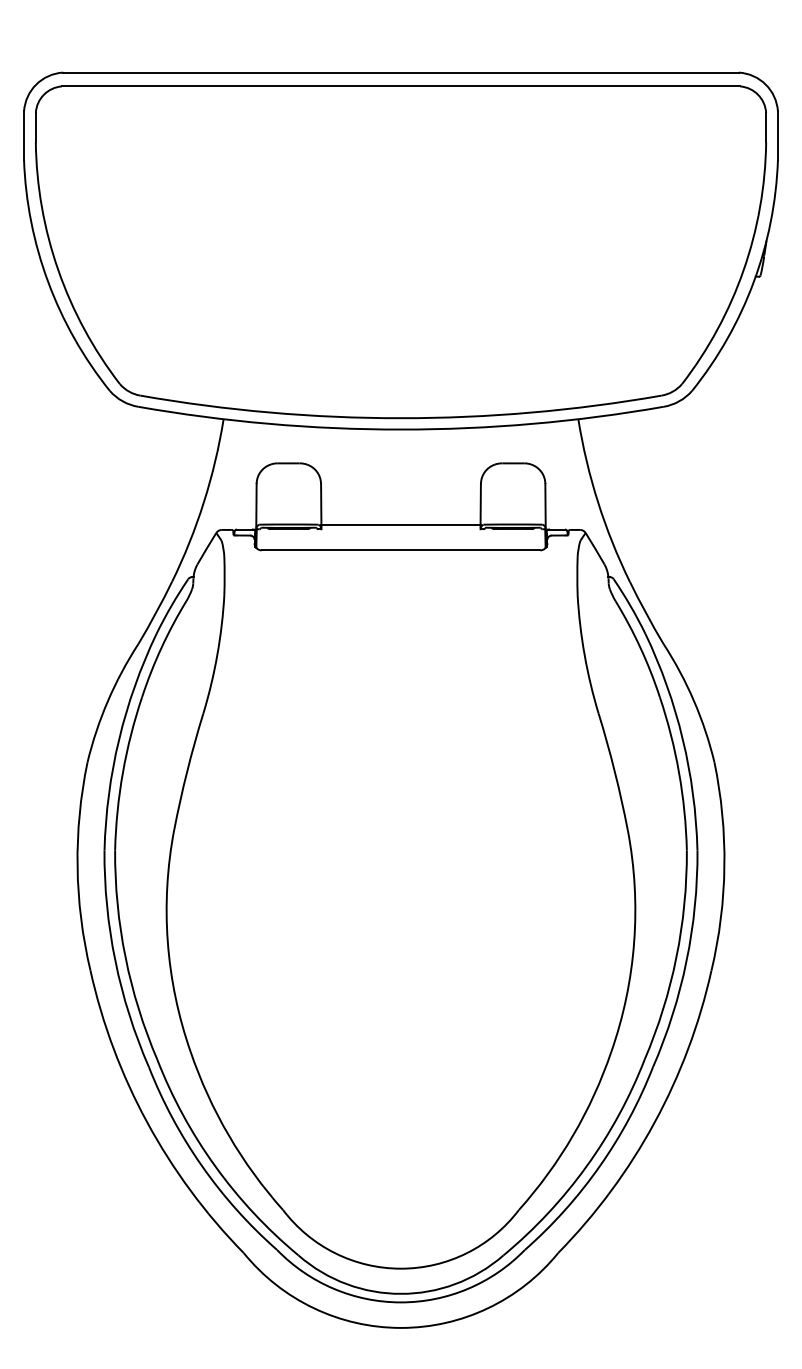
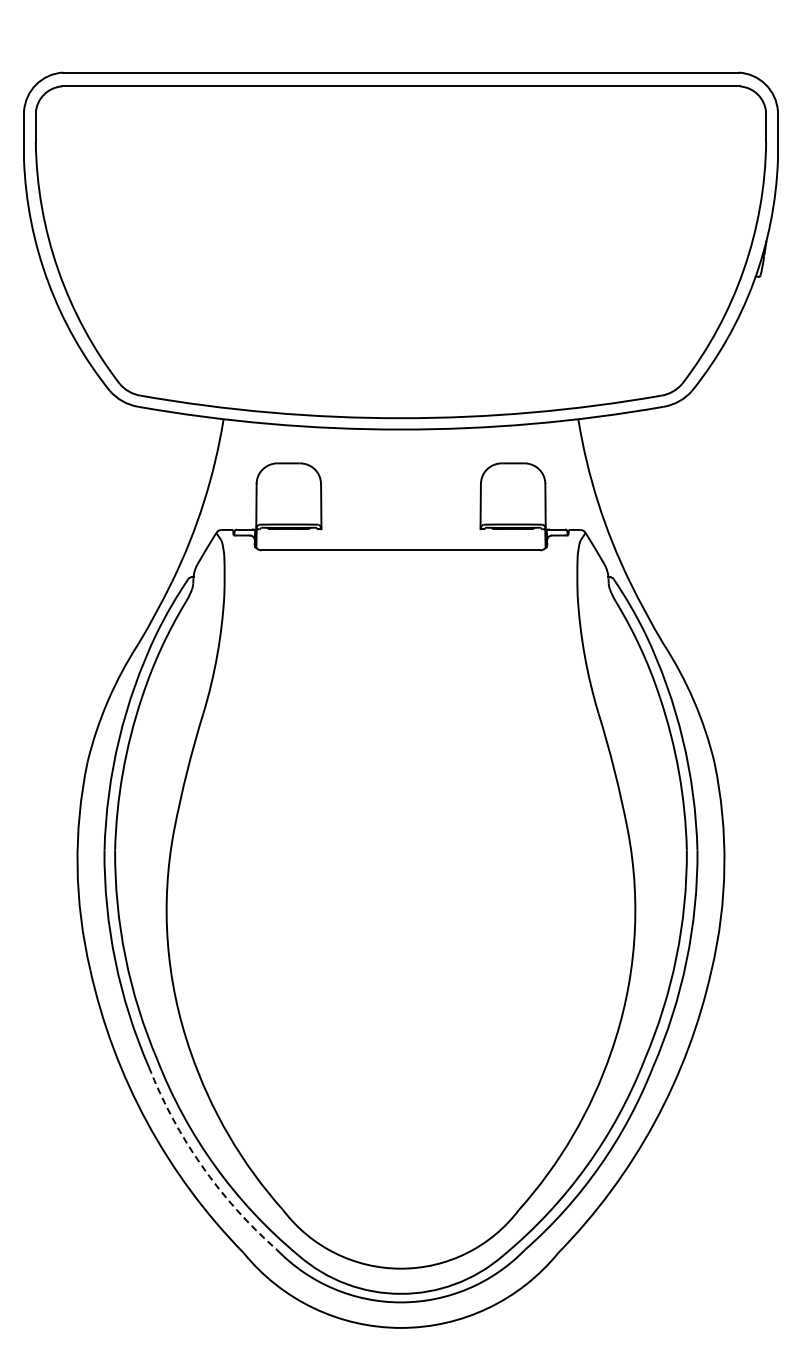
line at (400, 525): present -> none
arc at (202, 1166): solid -> dashed
